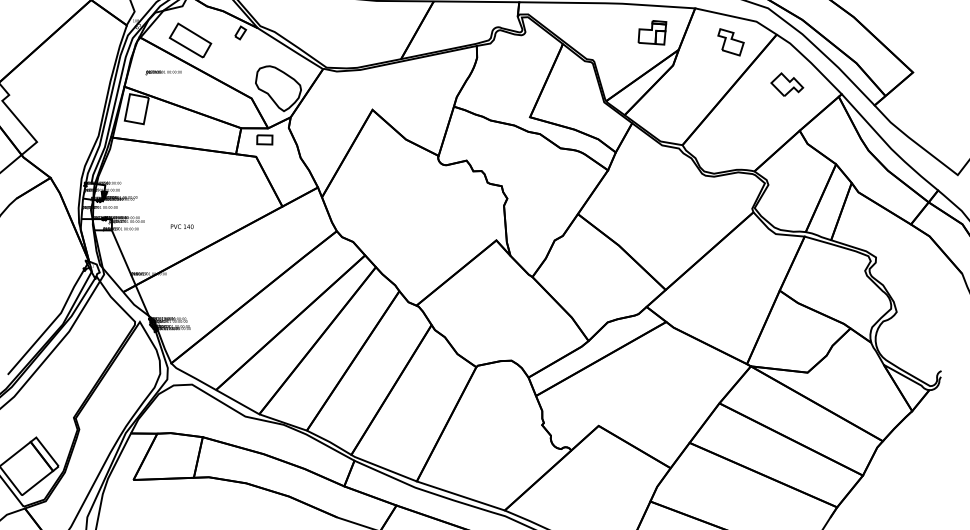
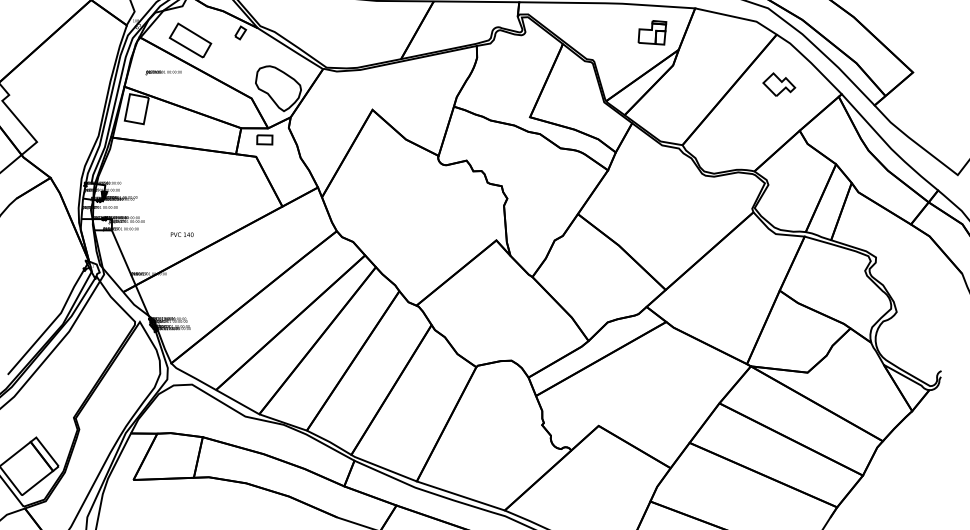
part at (730, 42): present -> none
part at (787, 84) position: (787, 84) -> (779, 84)
text at (181, 226) position: (181, 226) -> (181, 234)
